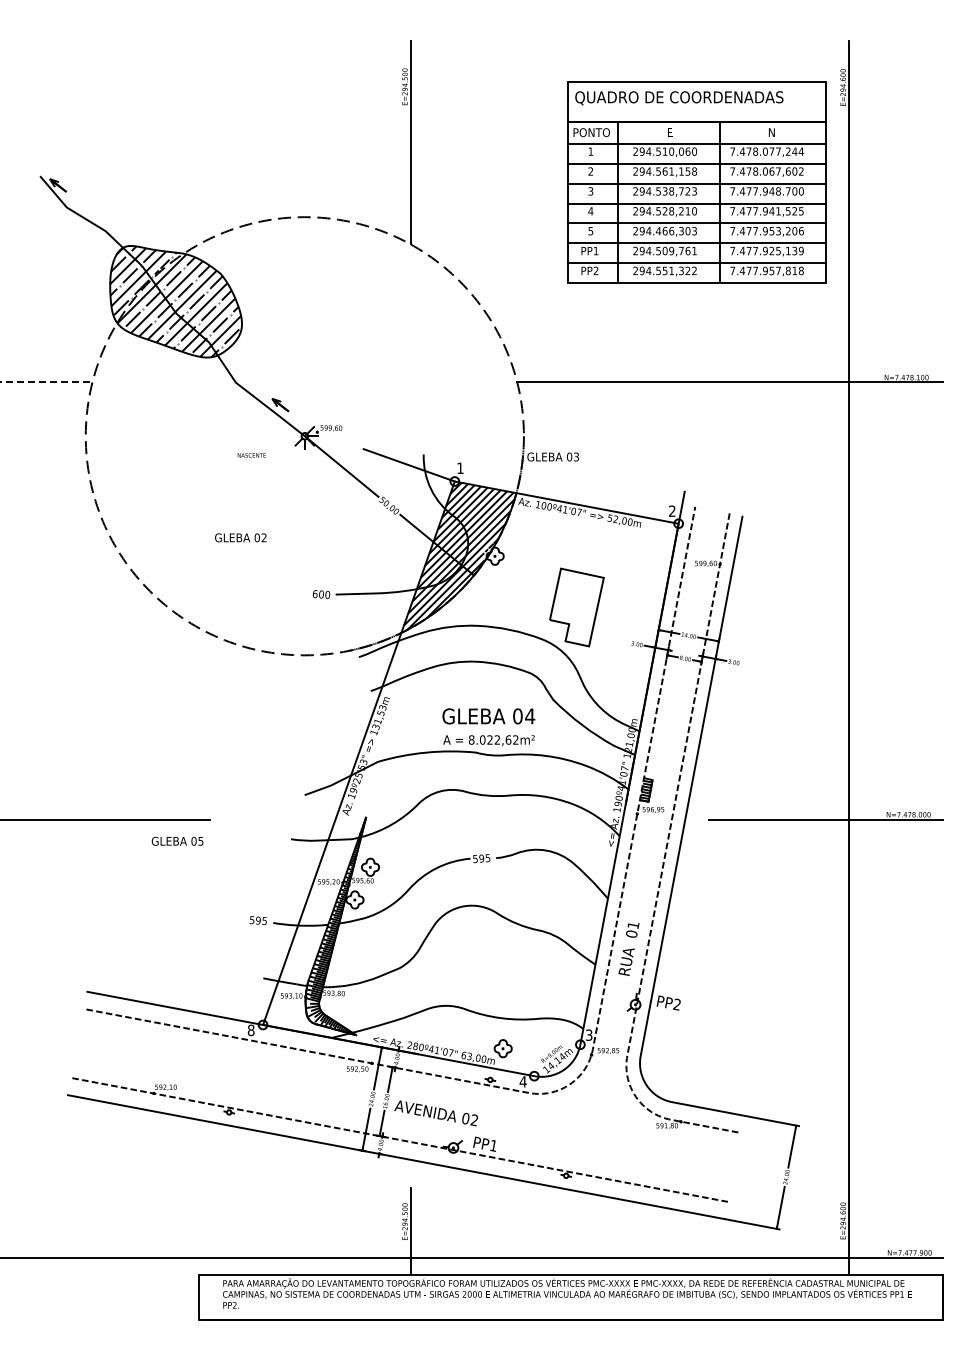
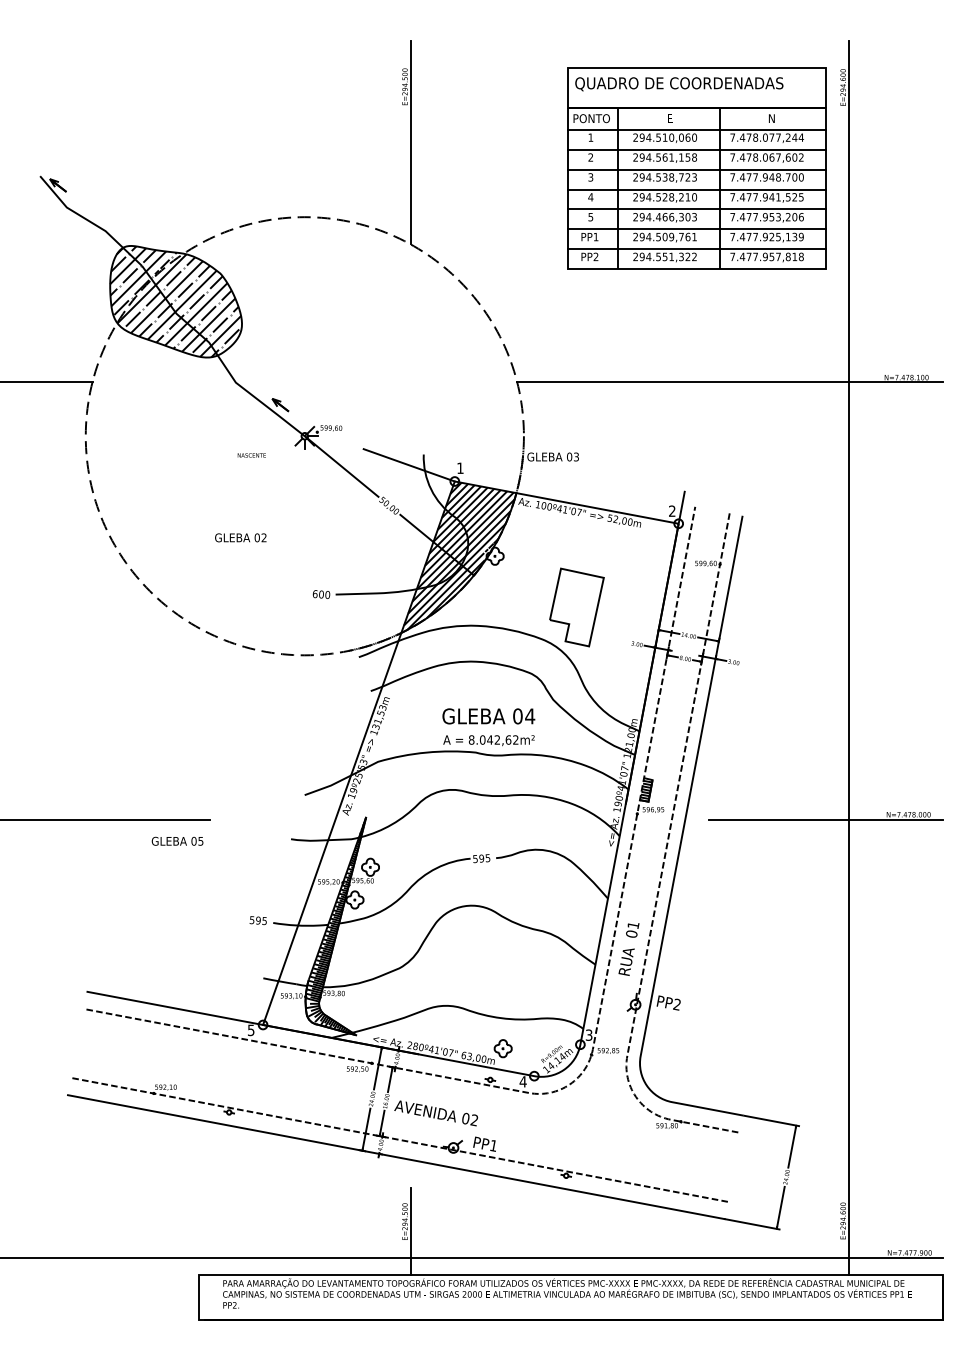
part at (696, 182) position: (696, 182) -> (696, 168)
line at (46, 381): dashed -> solid
text at (489, 739): 8.022,62m² -> 8.042,62m²
text at (250, 1030): 8 -> 5
